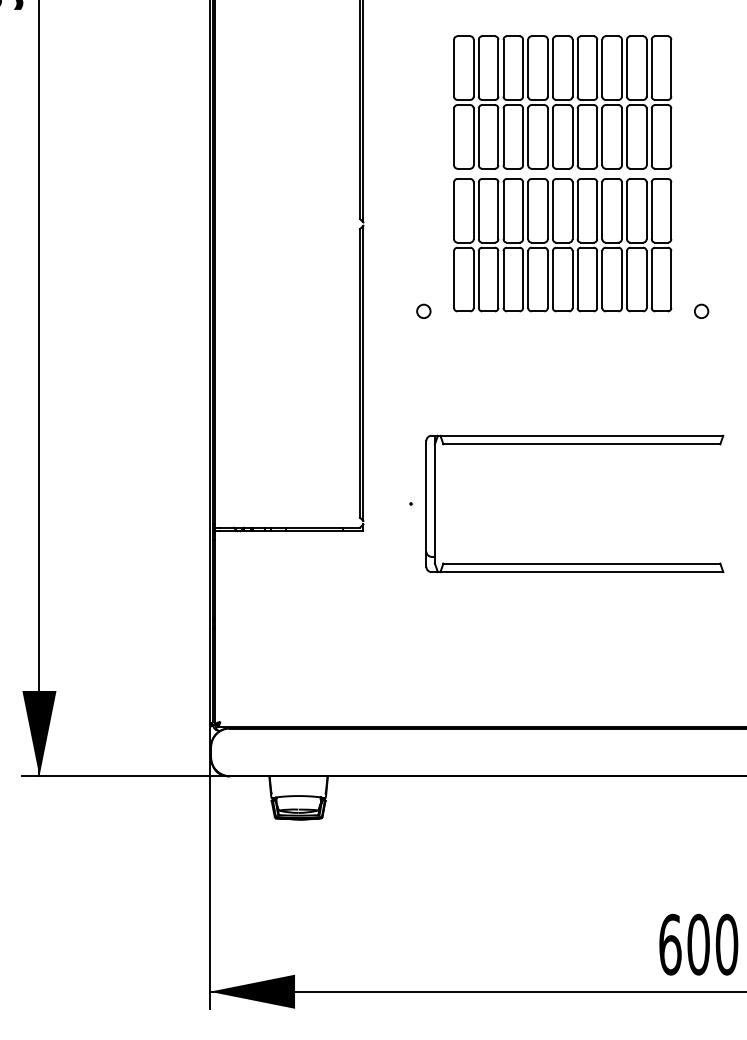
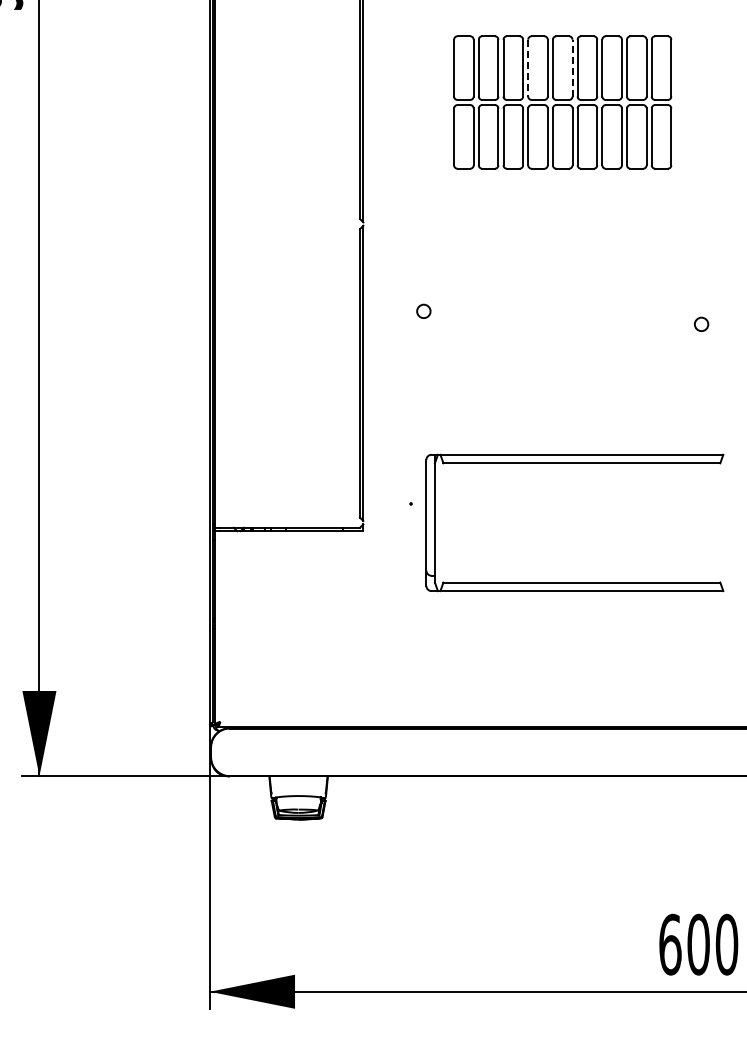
line at (572, 67): solid -> dashed
line at (528, 68): solid -> dashed
part at (562, 245): present -> none
circle at (701, 310) position: (701, 310) -> (701, 323)
part at (574, 444) position: (574, 444) -> (574, 463)
